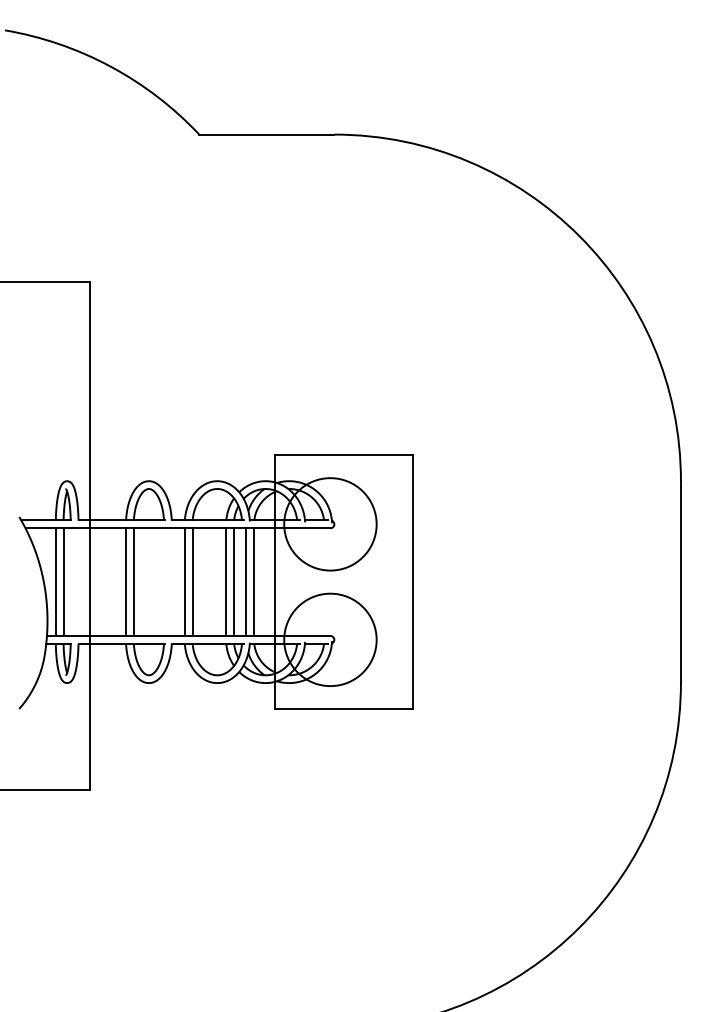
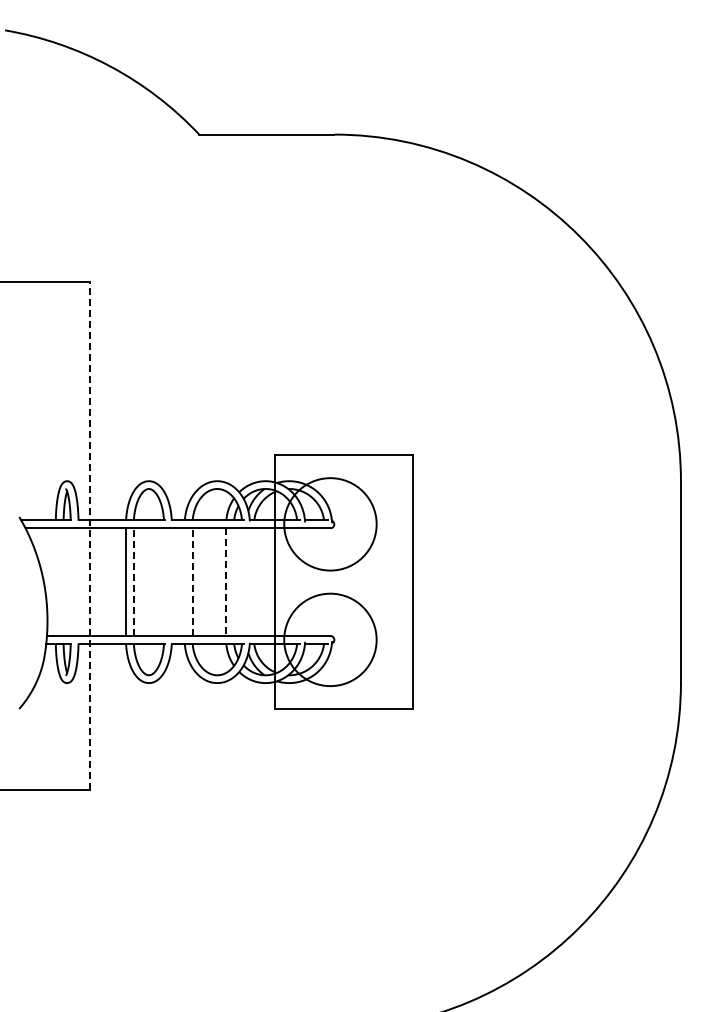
line at (90, 535): solid -> dashed
line at (55, 582): present -> none
line at (63, 582): present -> none
line at (133, 582): solid -> dashed
line at (184, 582): present -> none
line at (192, 582): solid -> dashed
line at (226, 582): solid -> dashed
line at (233, 582): present -> none
line at (246, 582): present -> none
line at (254, 582): present -> none
